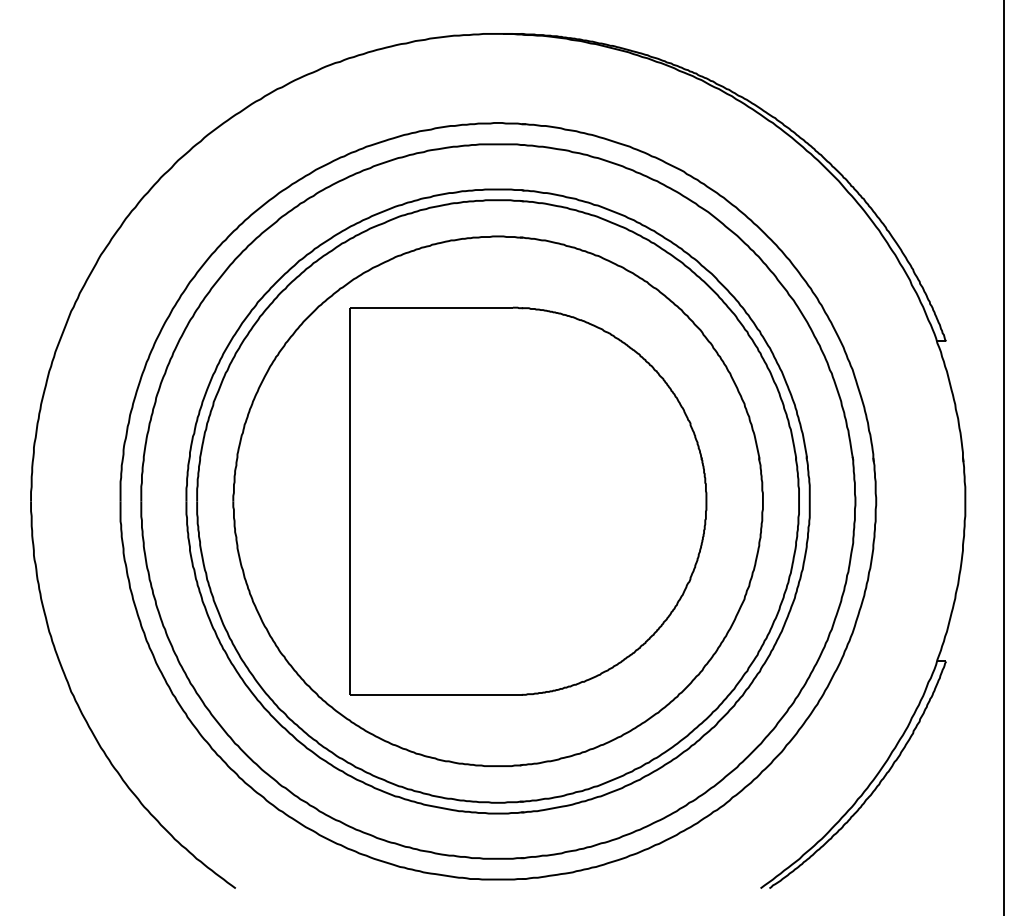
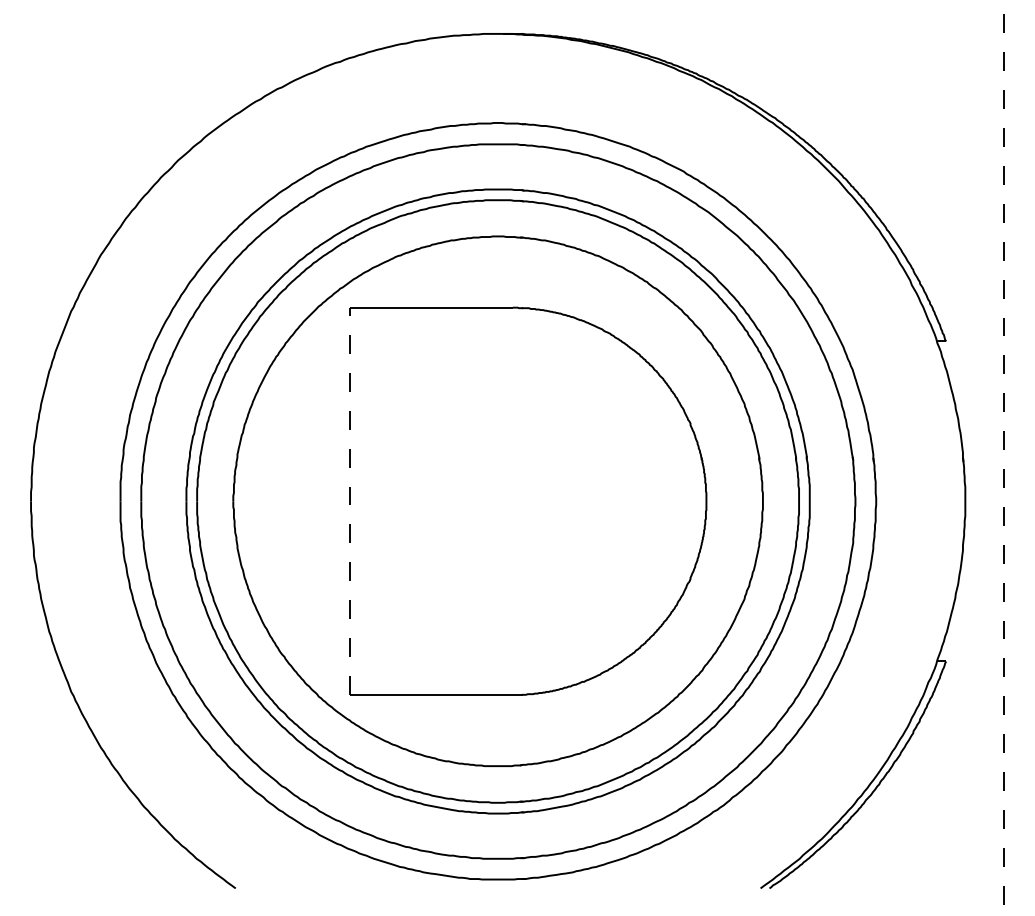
line at (1003, 457): solid -> dashed
line at (349, 501): solid -> dashed
